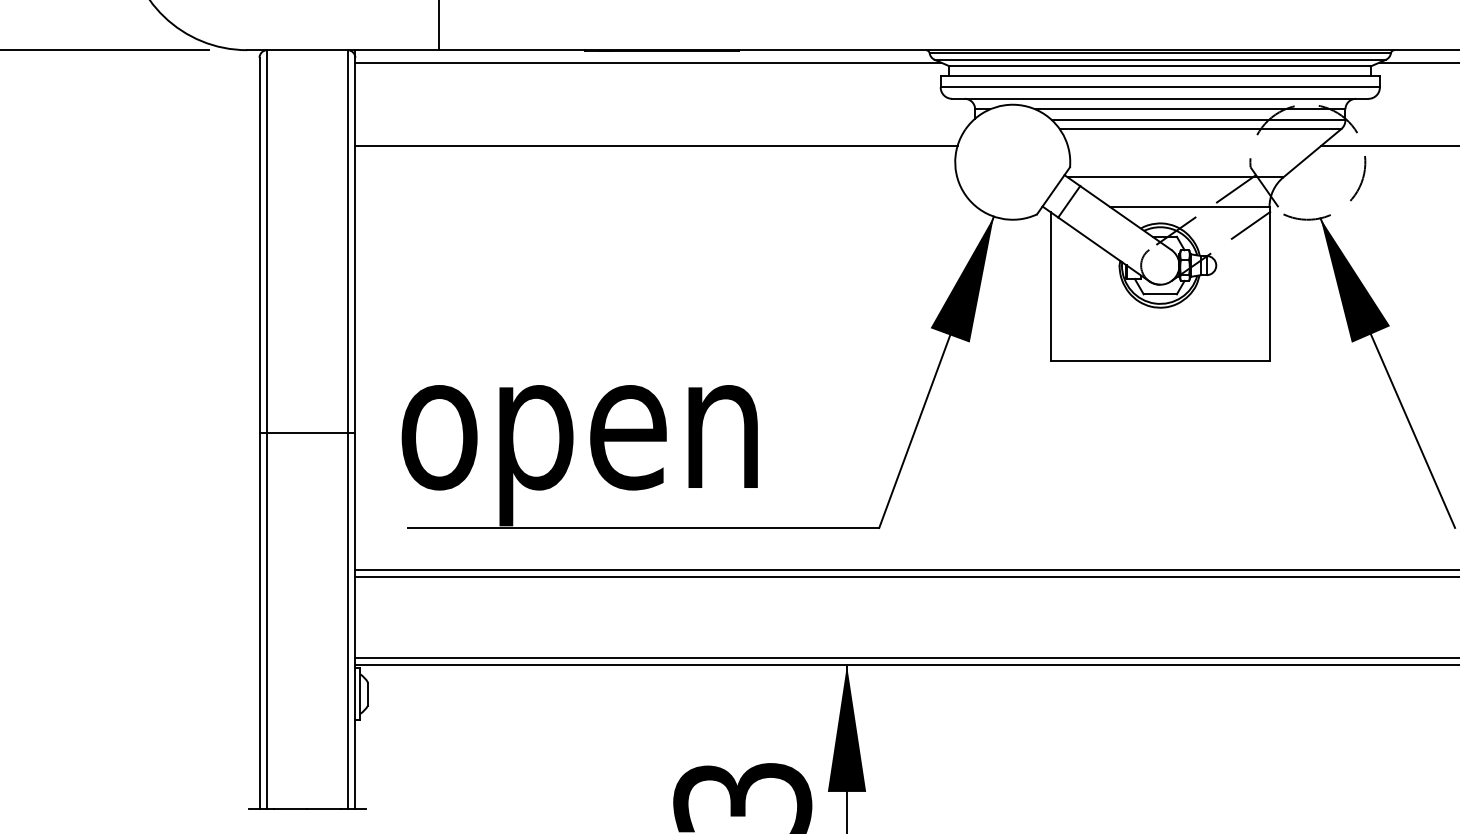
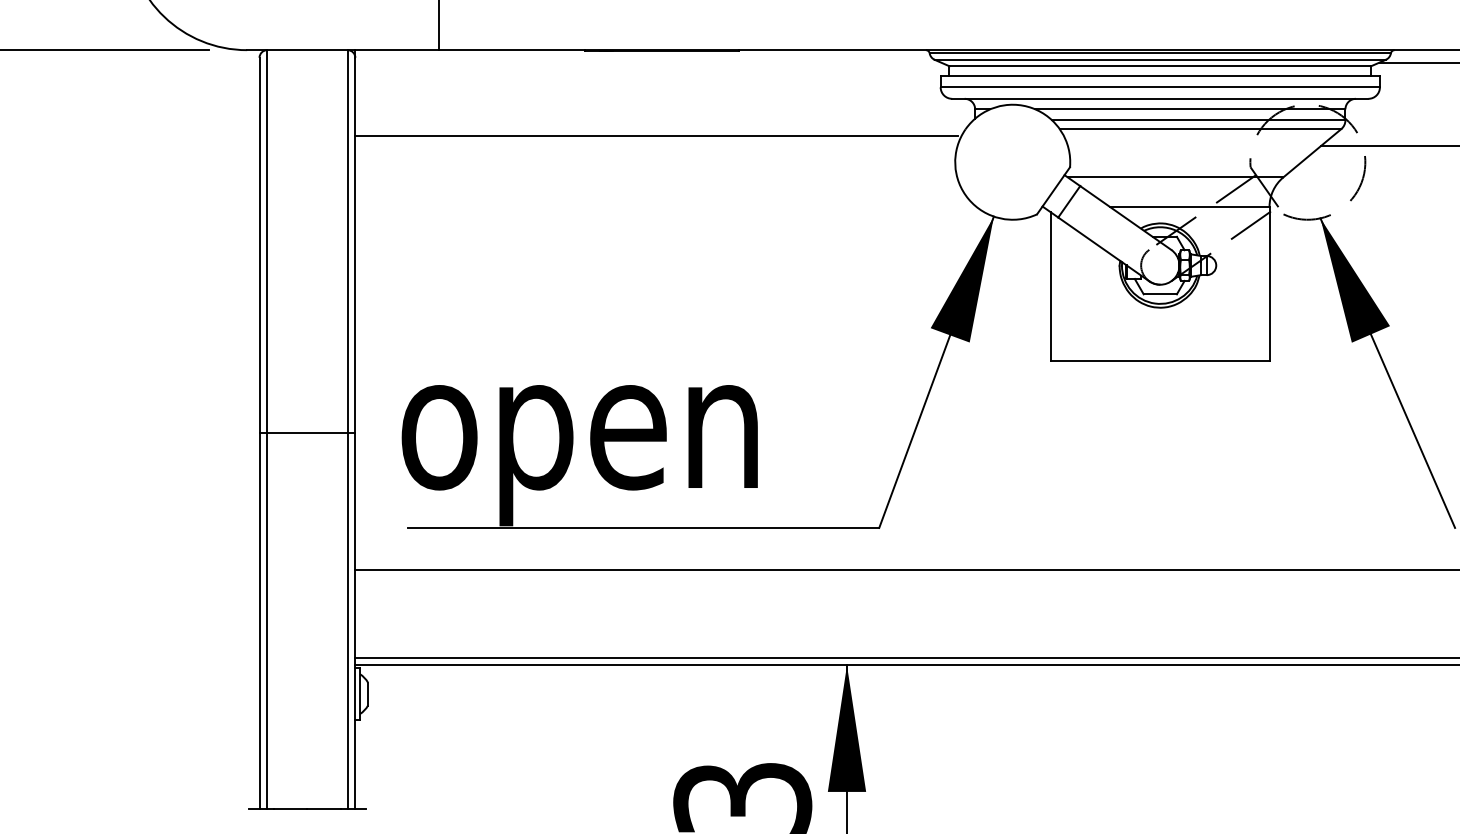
line at (648, 62): present -> none
line at (656, 145) position: (656, 145) -> (656, 135)
line at (905, 577): present -> none
